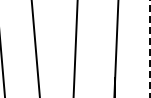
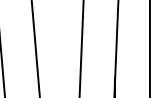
line at (75, 48) position: (75, 48) -> (81, 48)
line at (149, 48): dashed -> solid
